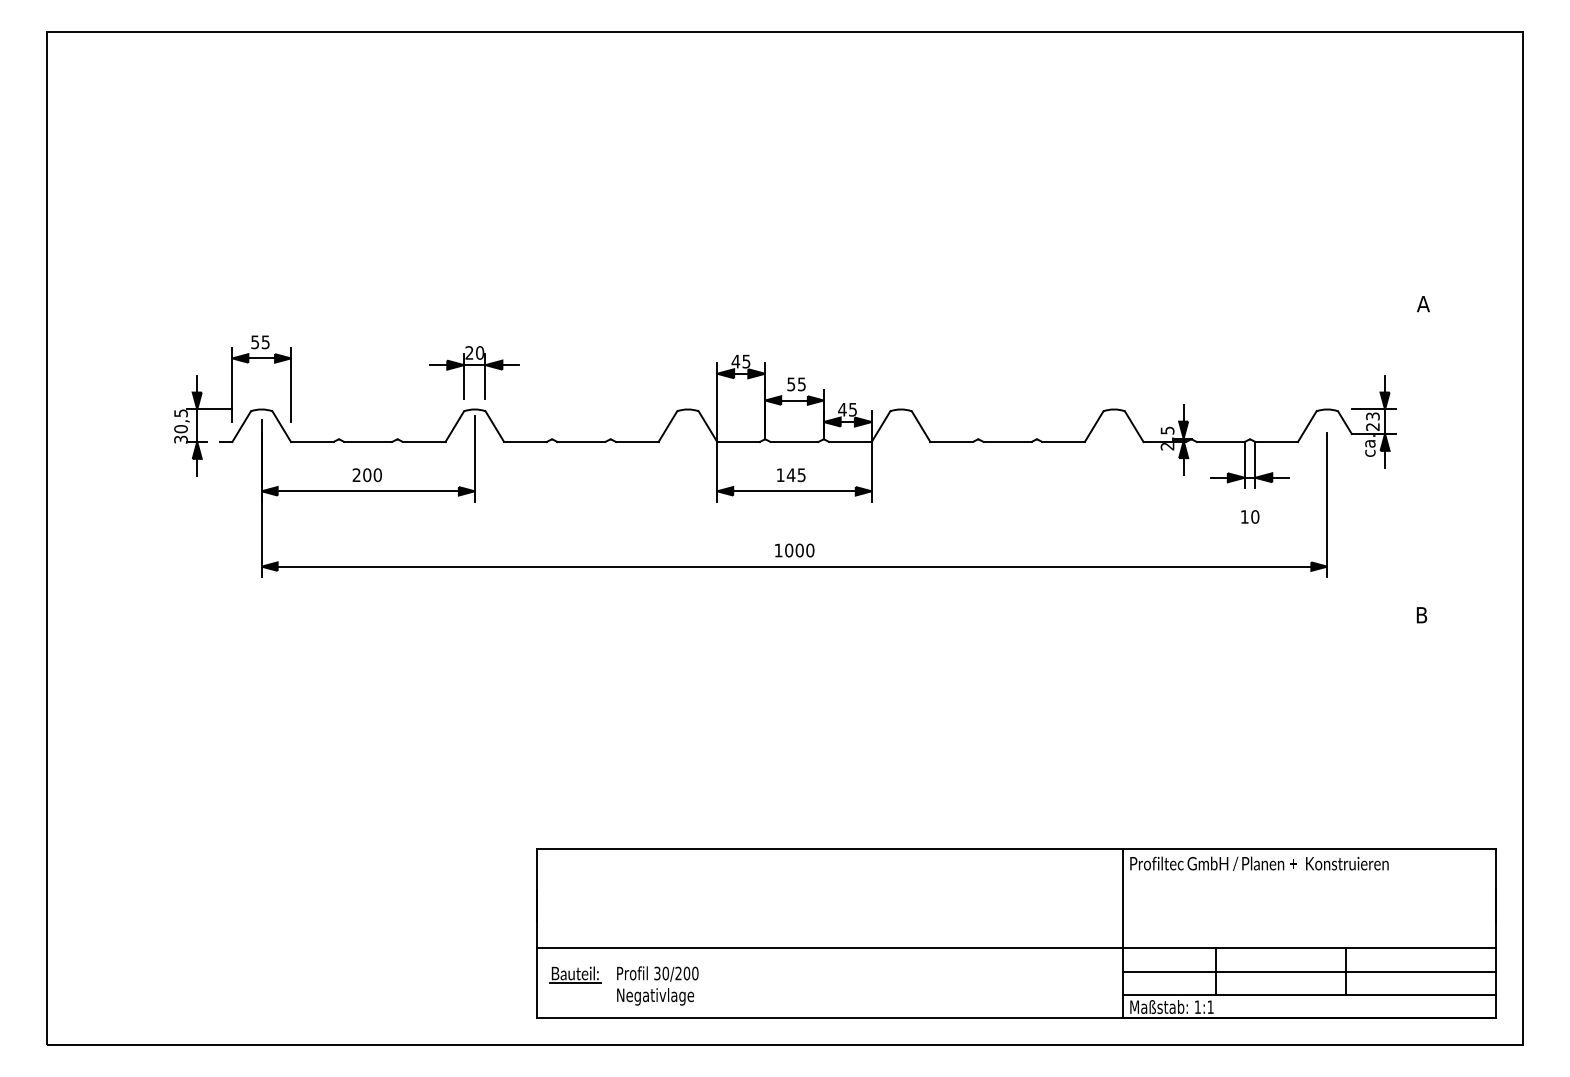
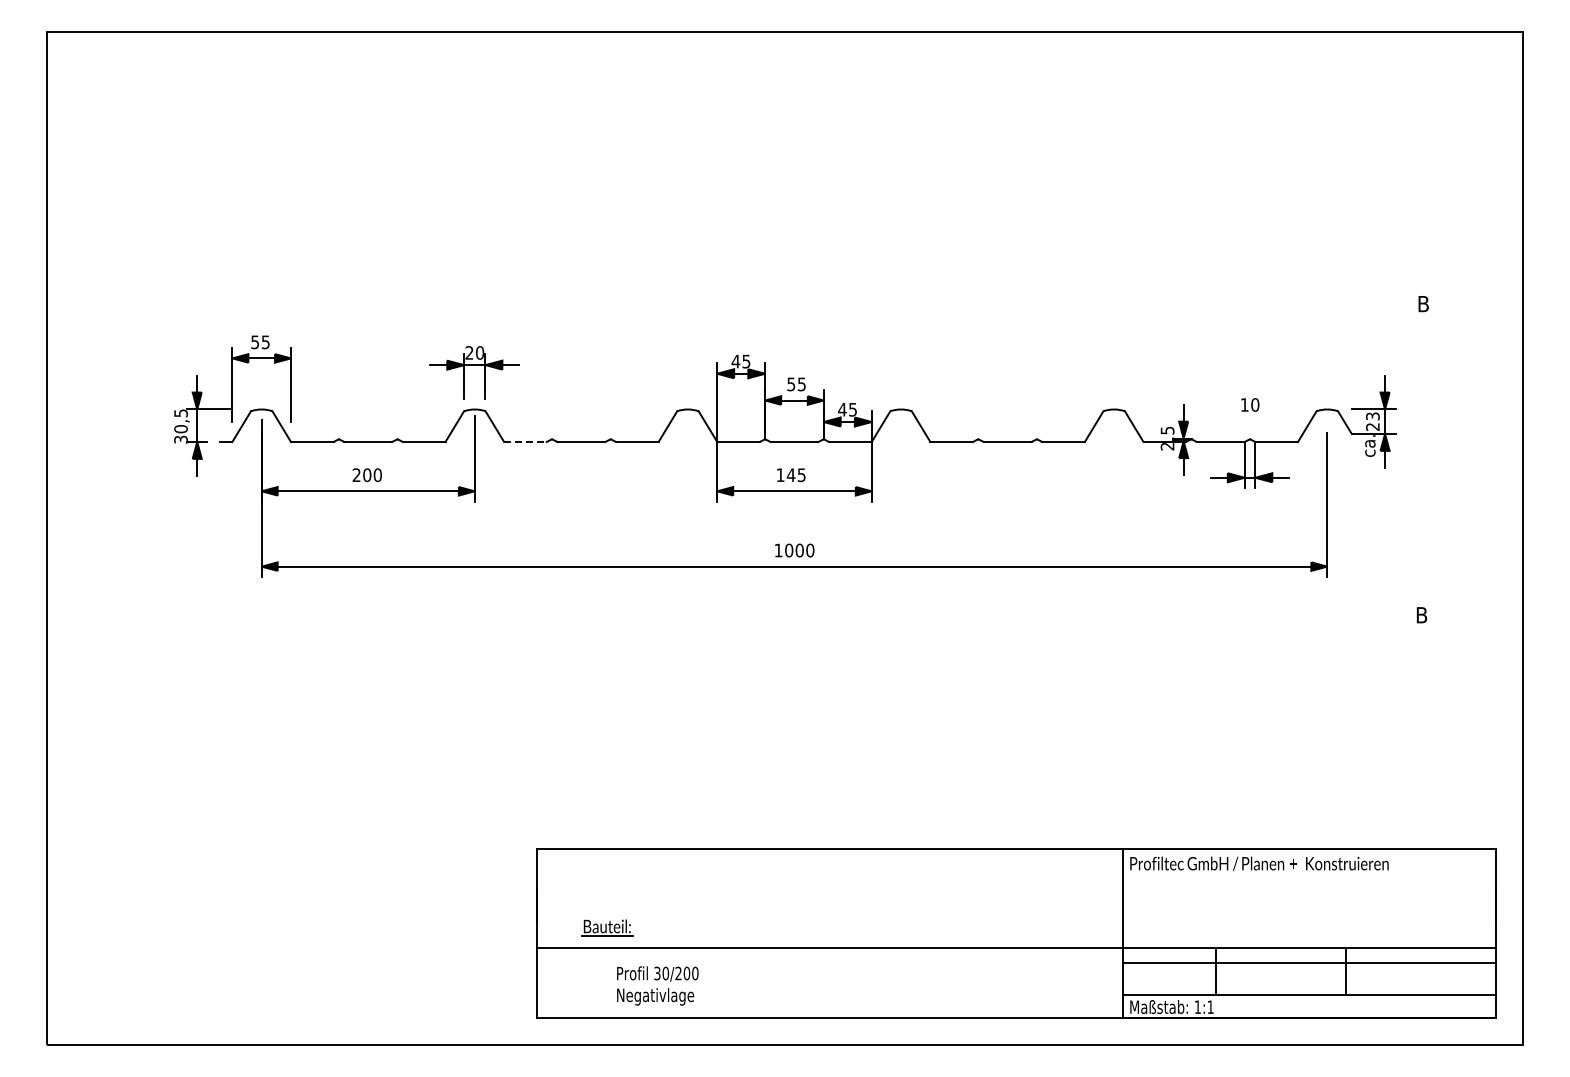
text at (1423, 304): A -> B
line at (525, 441): solid -> dashed
text at (1250, 516) position: (1250, 516) -> (1250, 404)
line at (1309, 972) position: (1309, 972) -> (1309, 963)
part at (575, 974) position: (575, 974) -> (607, 927)
